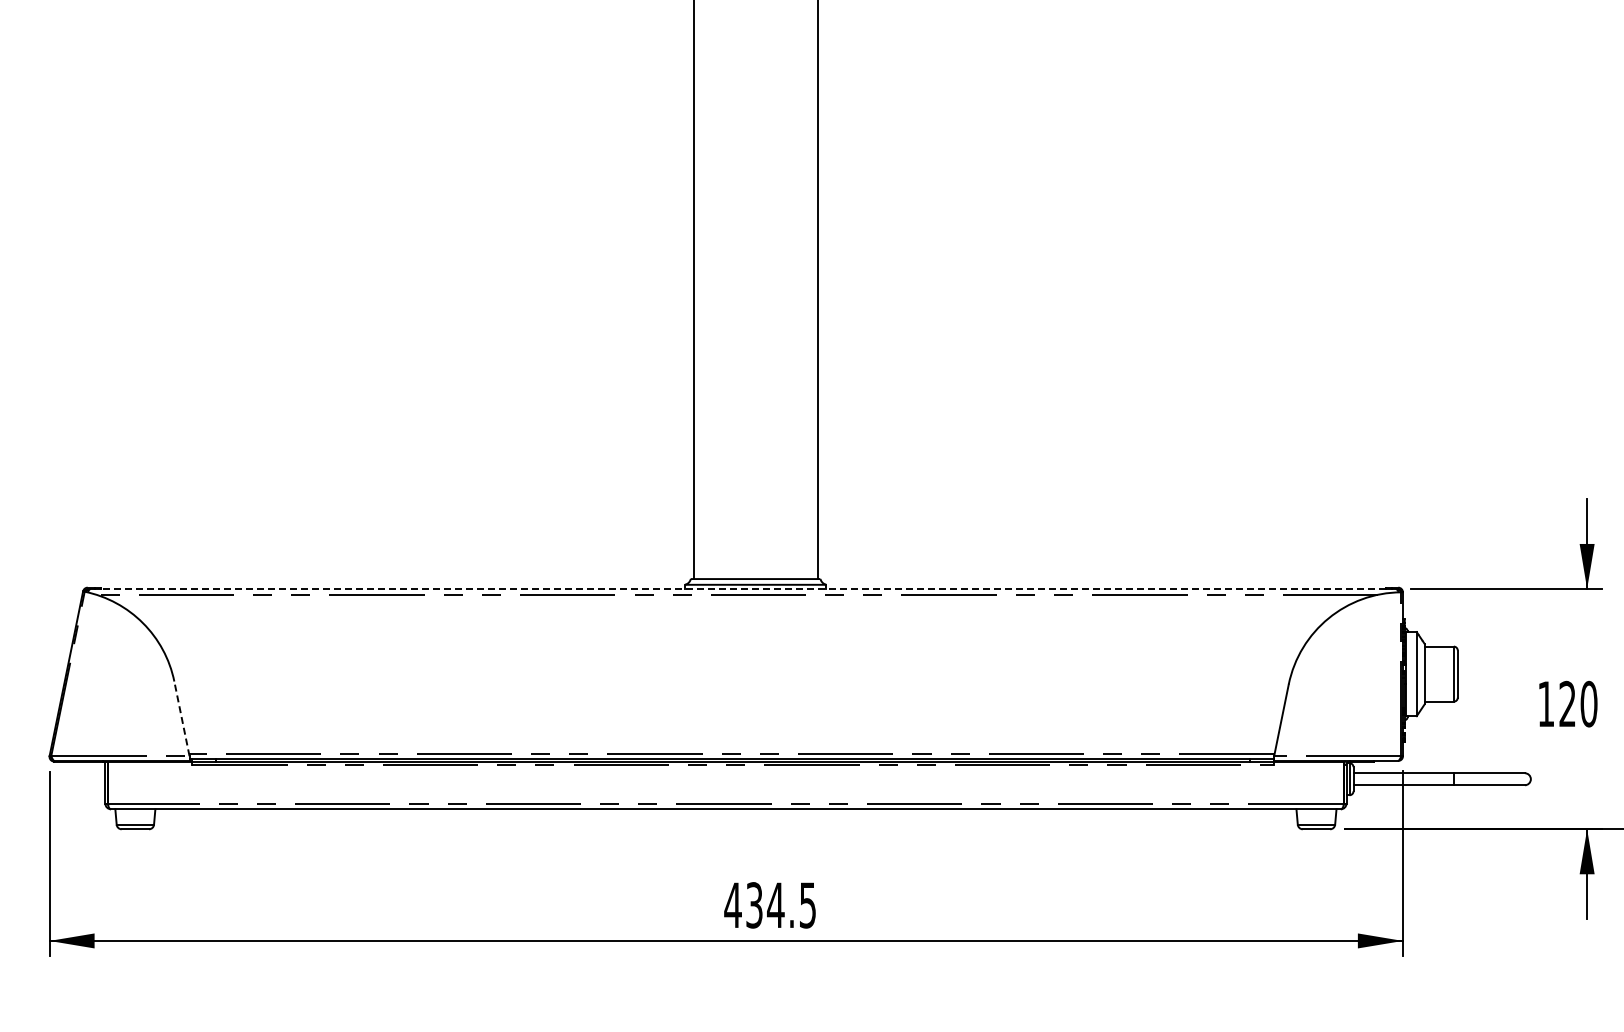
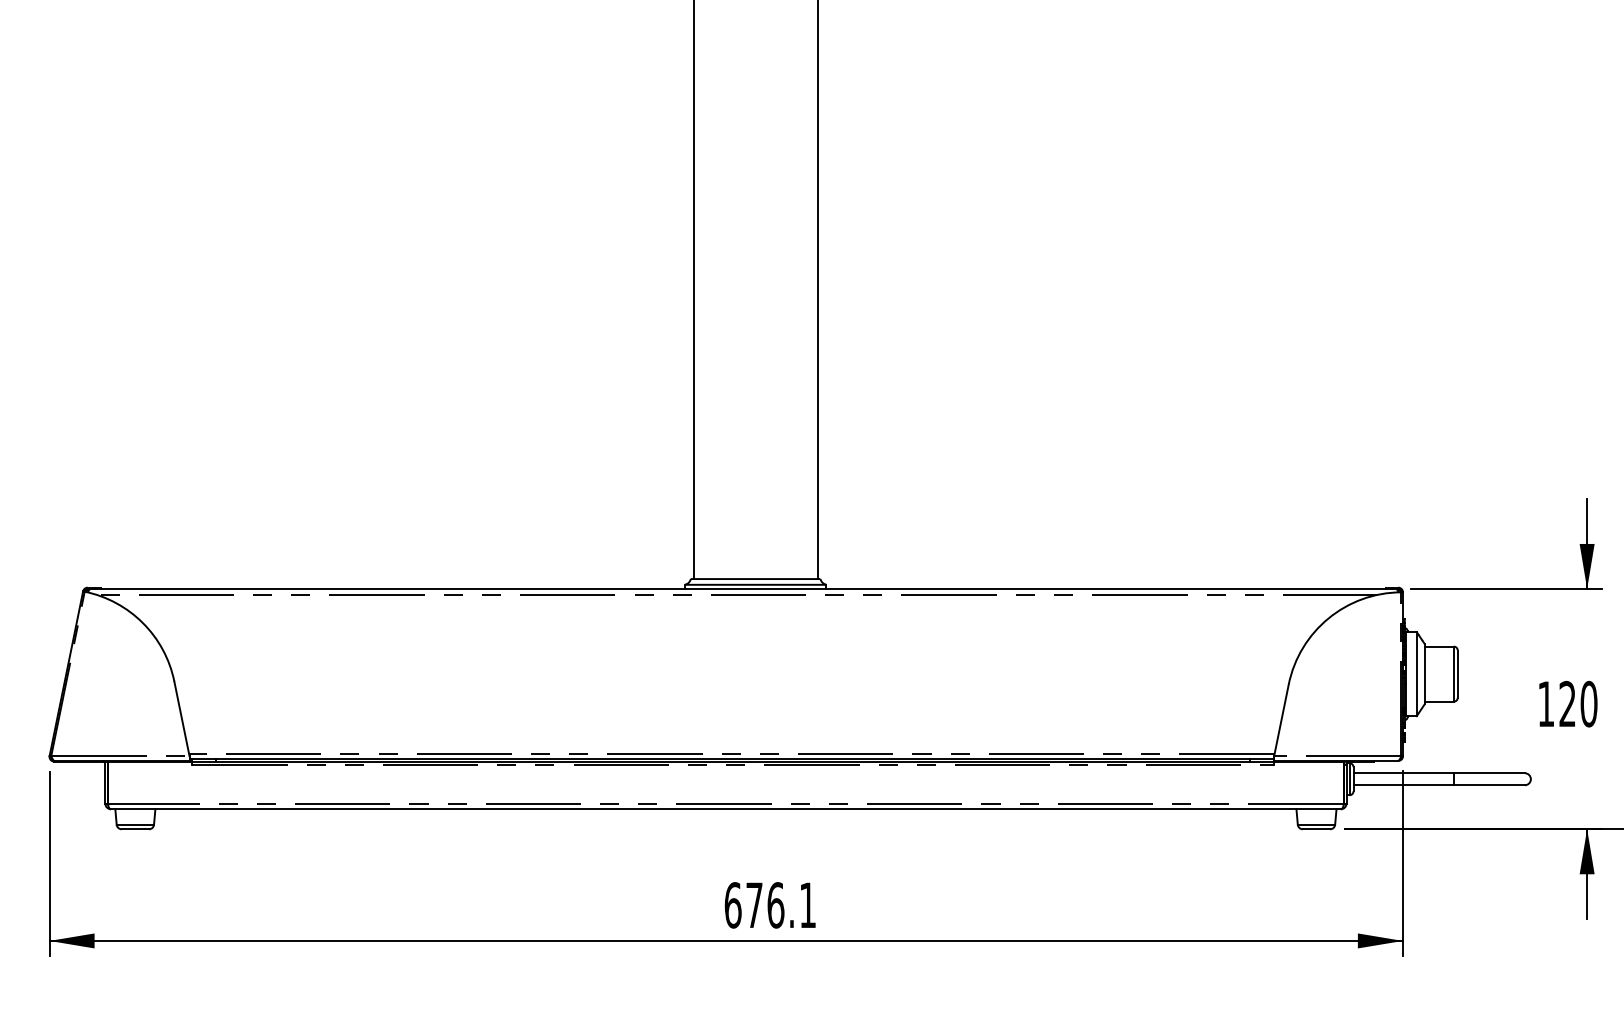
line at (742, 589): dashed -> solid
line at (181, 718): dashed -> solid
text at (769, 905): 434.5 -> 676.1
